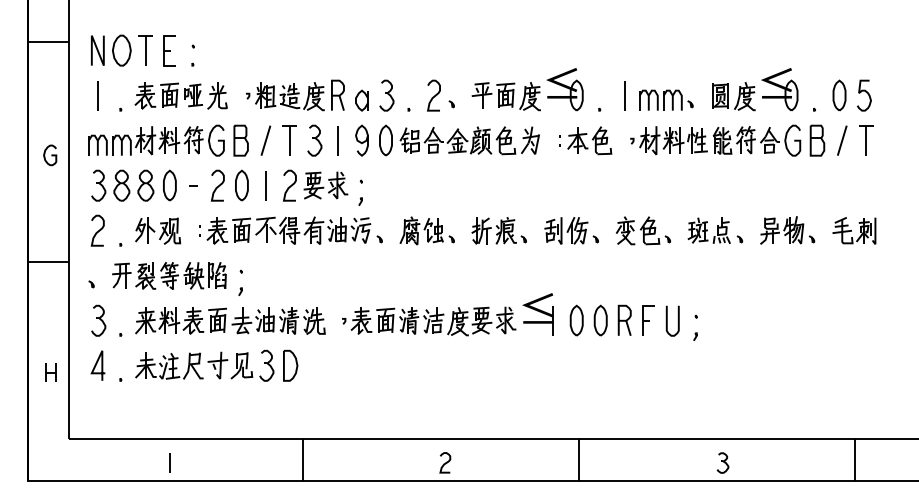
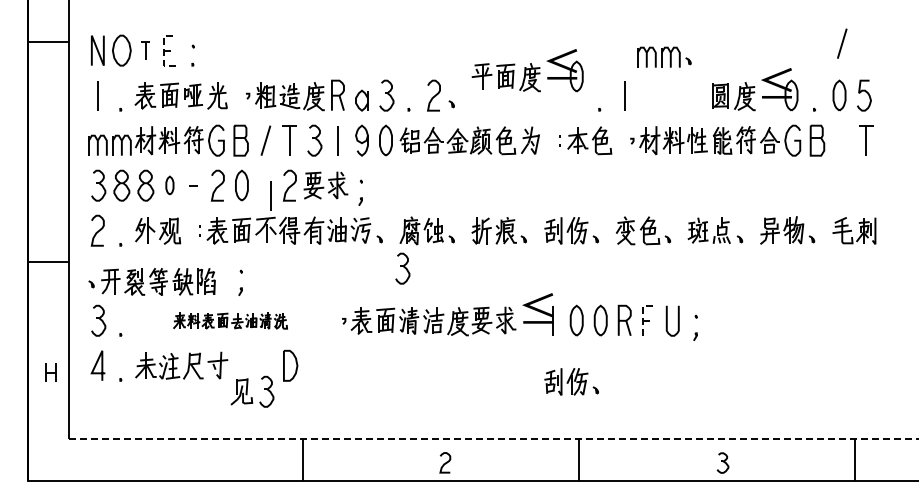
part at (145, 50) size: 15x31 px -> 9x19 px
line at (163, 50): solid -> dashed
part at (527, 89) position: (527, 89) -> (527, 70)
part at (666, 99) position: (666, 99) -> (664, 56)
line at (842, 140) position: (842, 140) -> (842, 43)
curve at (51, 155): present -> none
part at (169, 185) size: 14x33 px -> 10x21 px
line at (265, 185) position: (265, 185) -> (270, 195)
part at (402, 268): none -> present
part at (169, 275) position: (169, 275) -> (158, 281)
line at (642, 313): solid -> dashed
part at (230, 320) size: 191x28 px -> 115x18 px
part at (252, 365) position: (252, 365) -> (252, 391)
part at (571, 381): none -> present
line at (494, 439): solid -> dashed
line at (169, 462): present -> none
